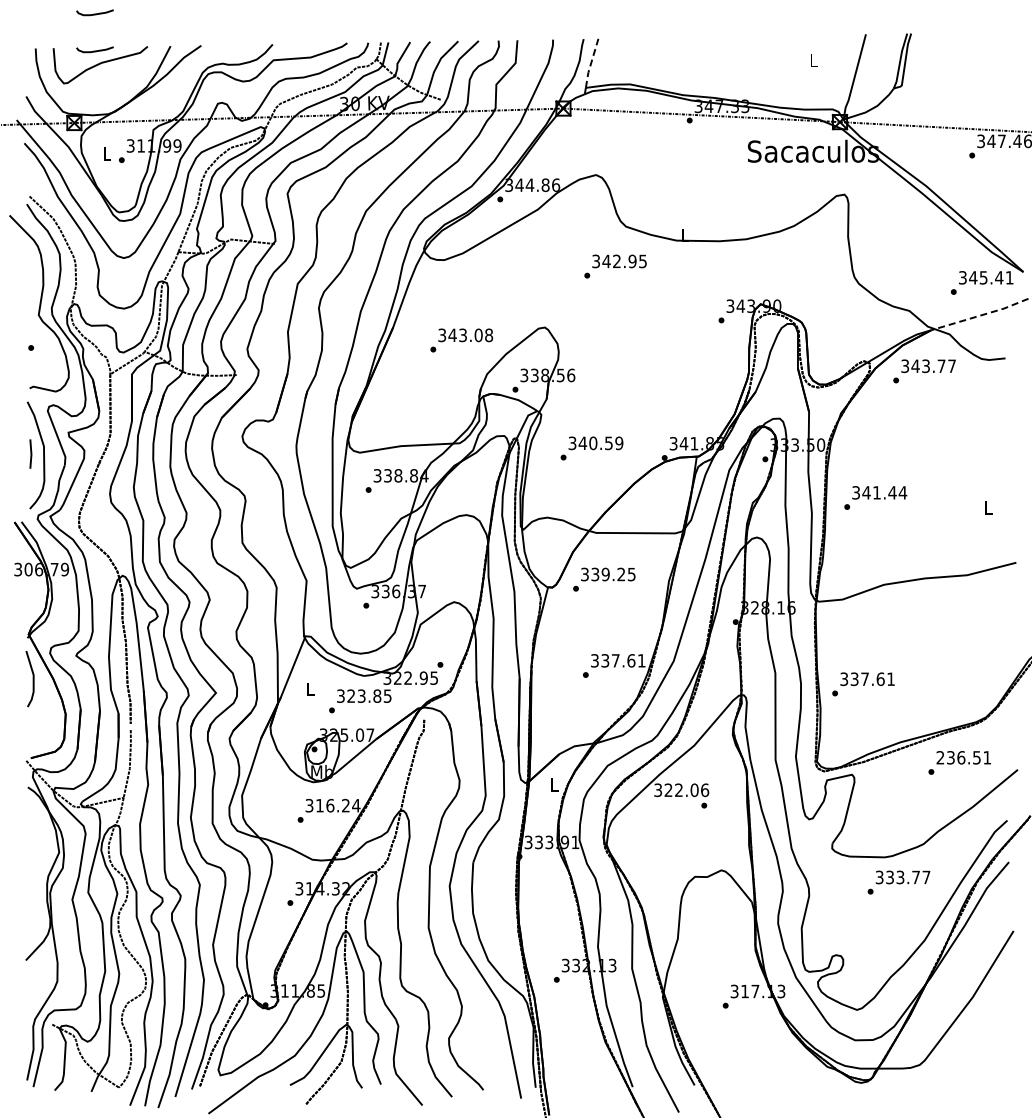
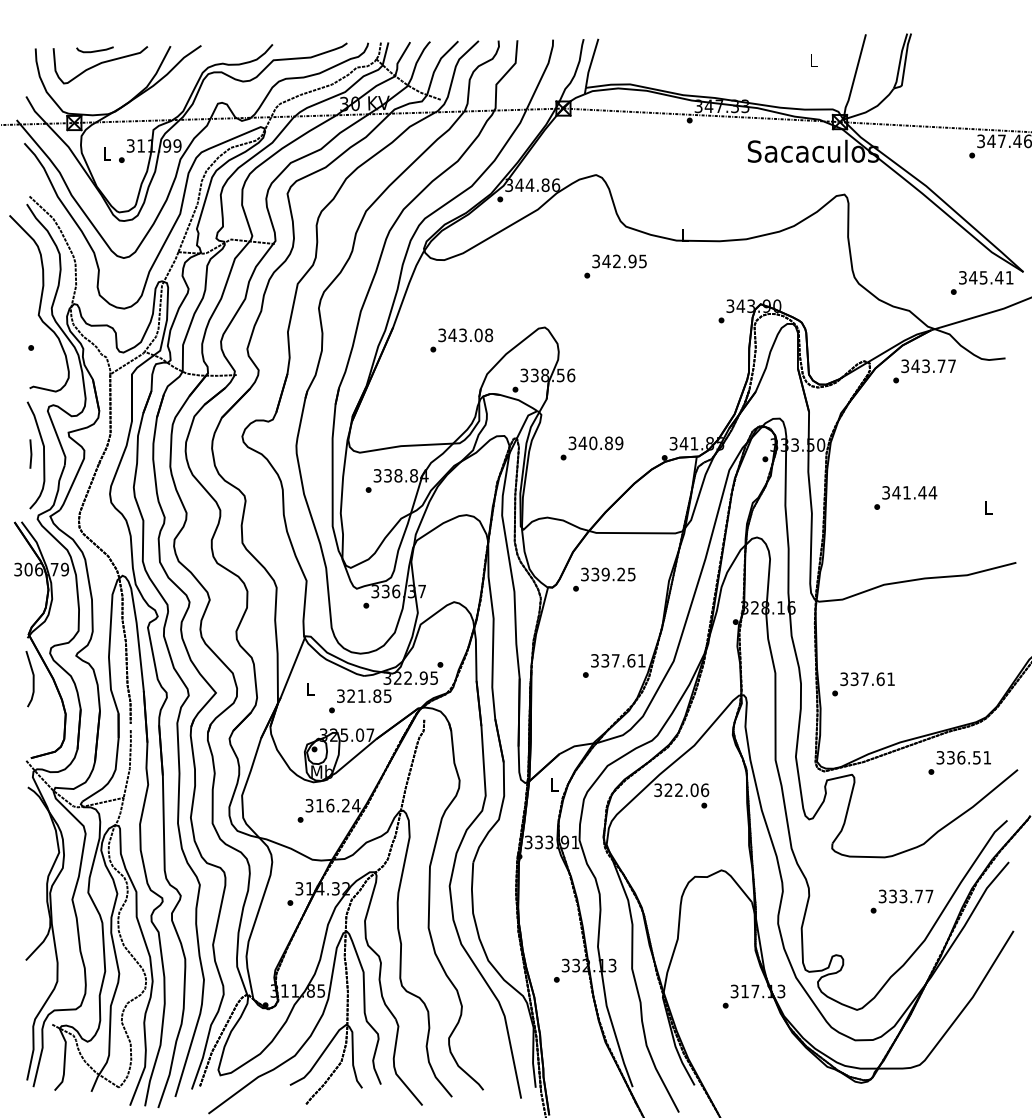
curve at (94, 13): present -> none
line at (591, 63): dashed -> solid
line at (981, 315): dashed -> solid
text at (608, 443): 340.59 -> 340.89
text at (875, 497) position: (875, 497) -> (905, 497)
text at (361, 695): 323.85 -> 321.85
text at (940, 757): 236.51 -> 336.51
text at (898, 882) position: (898, 882) -> (901, 901)
